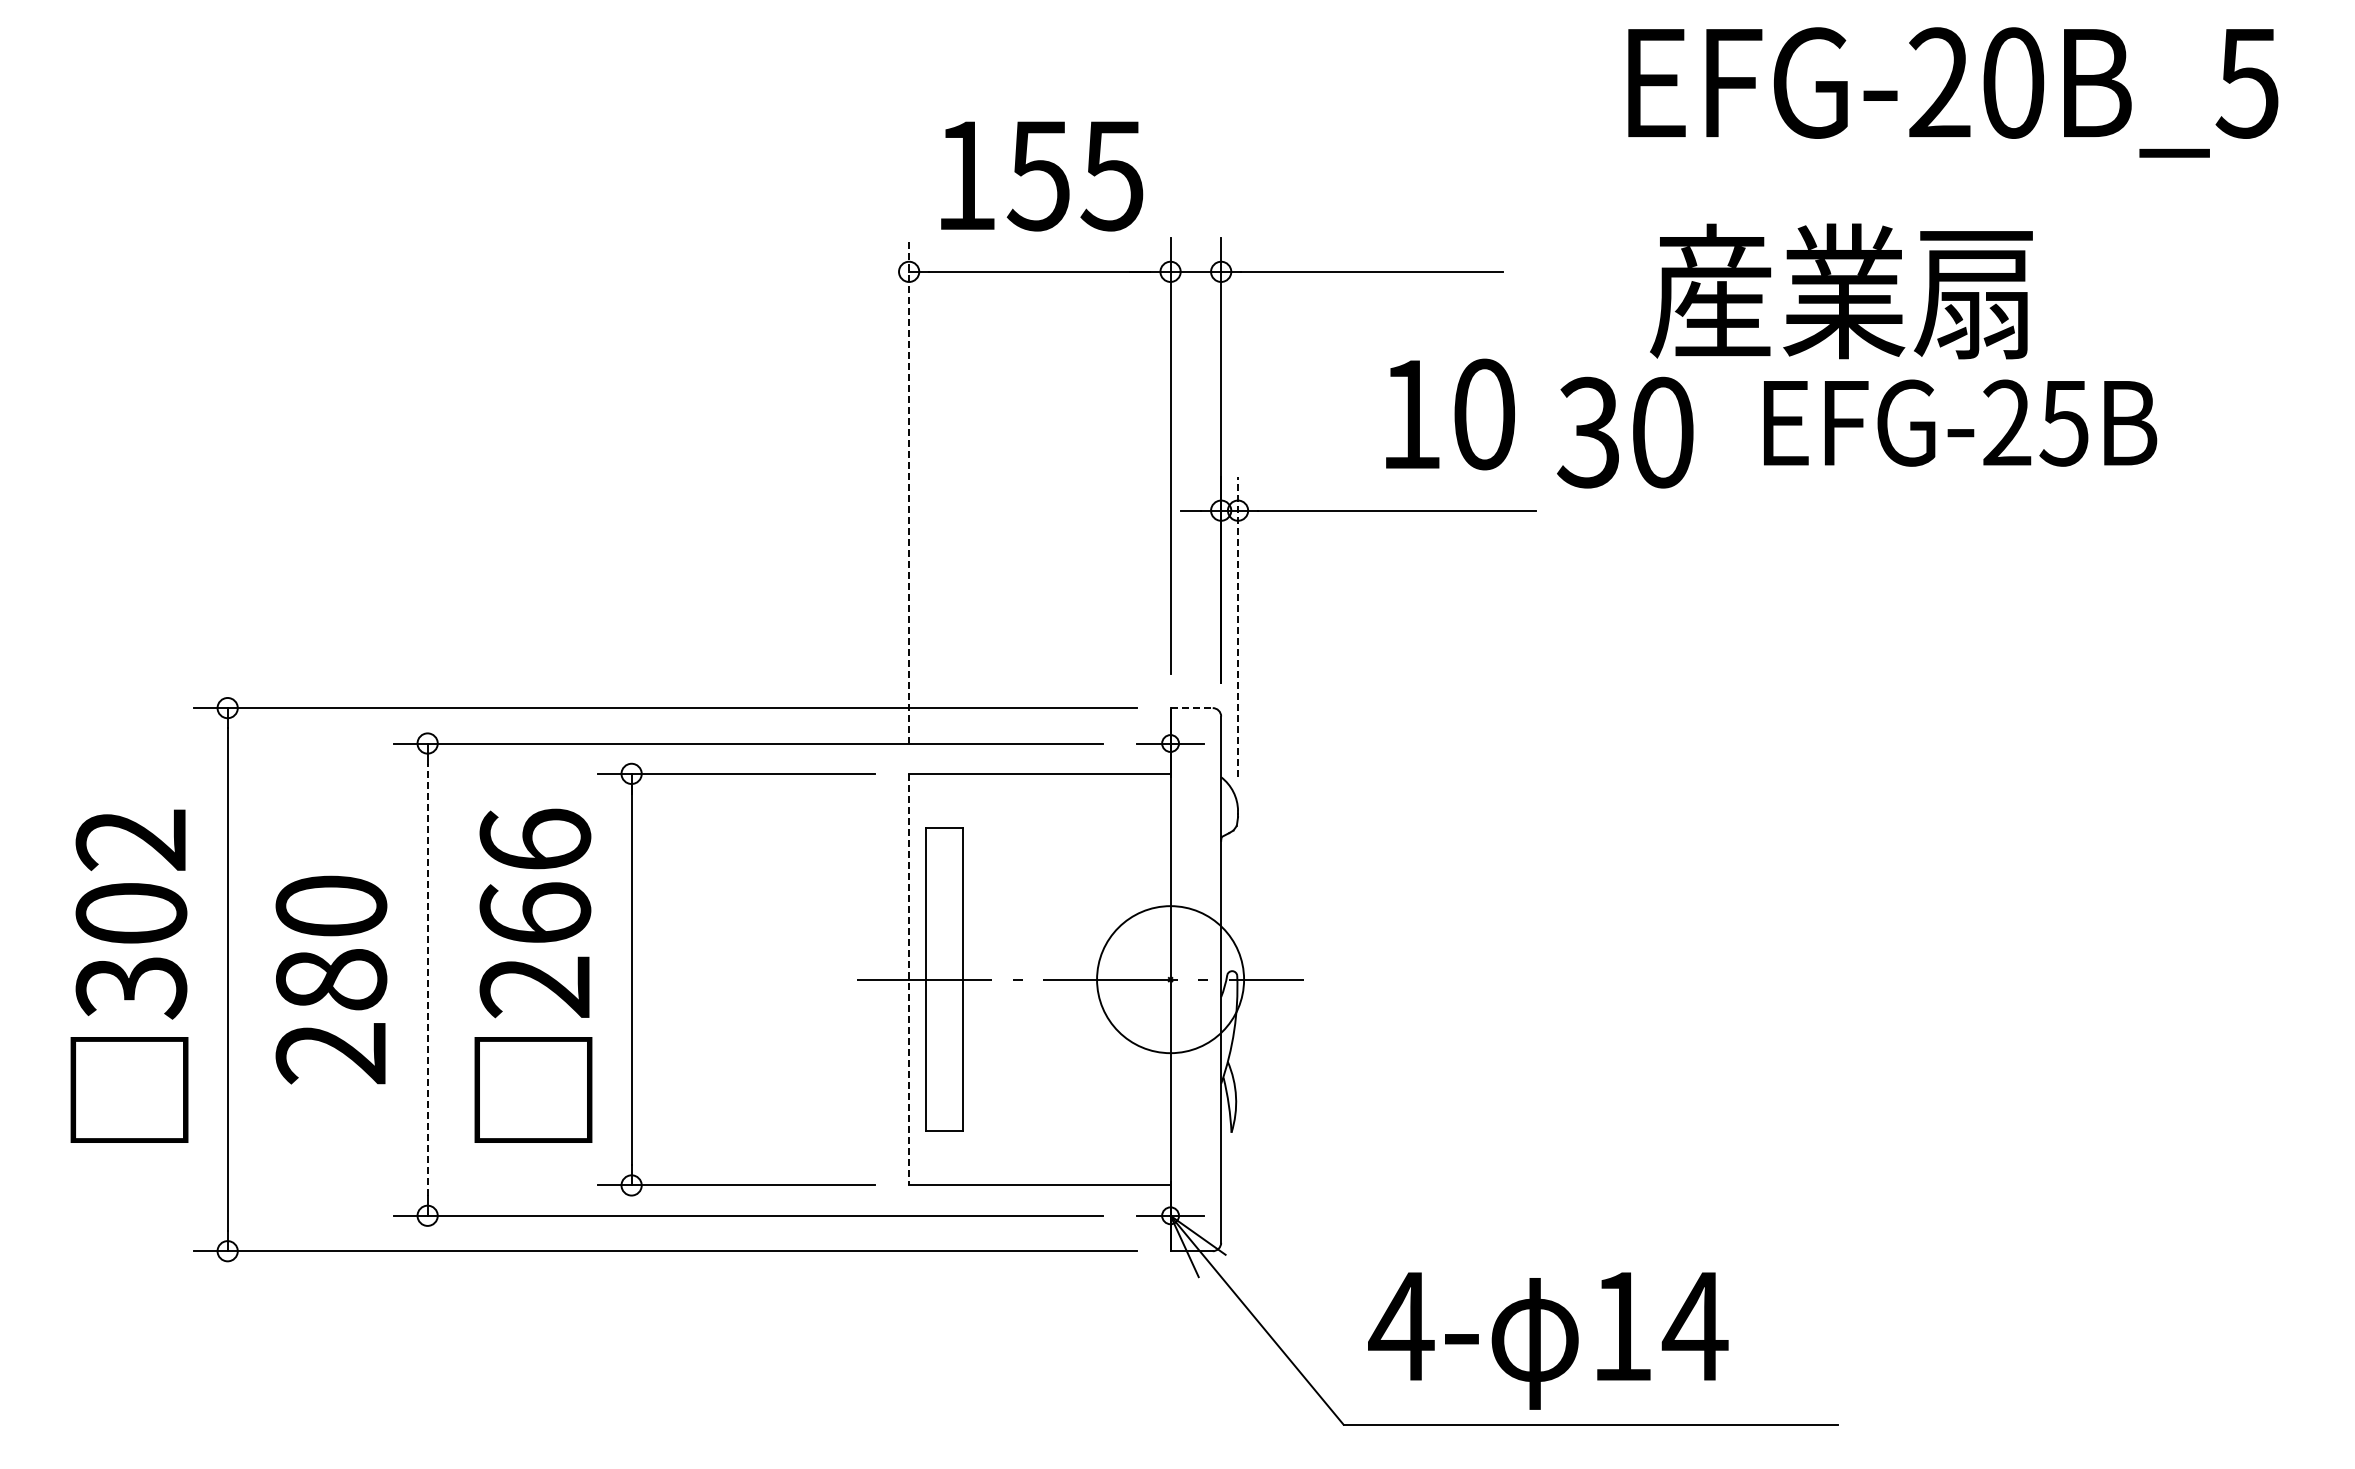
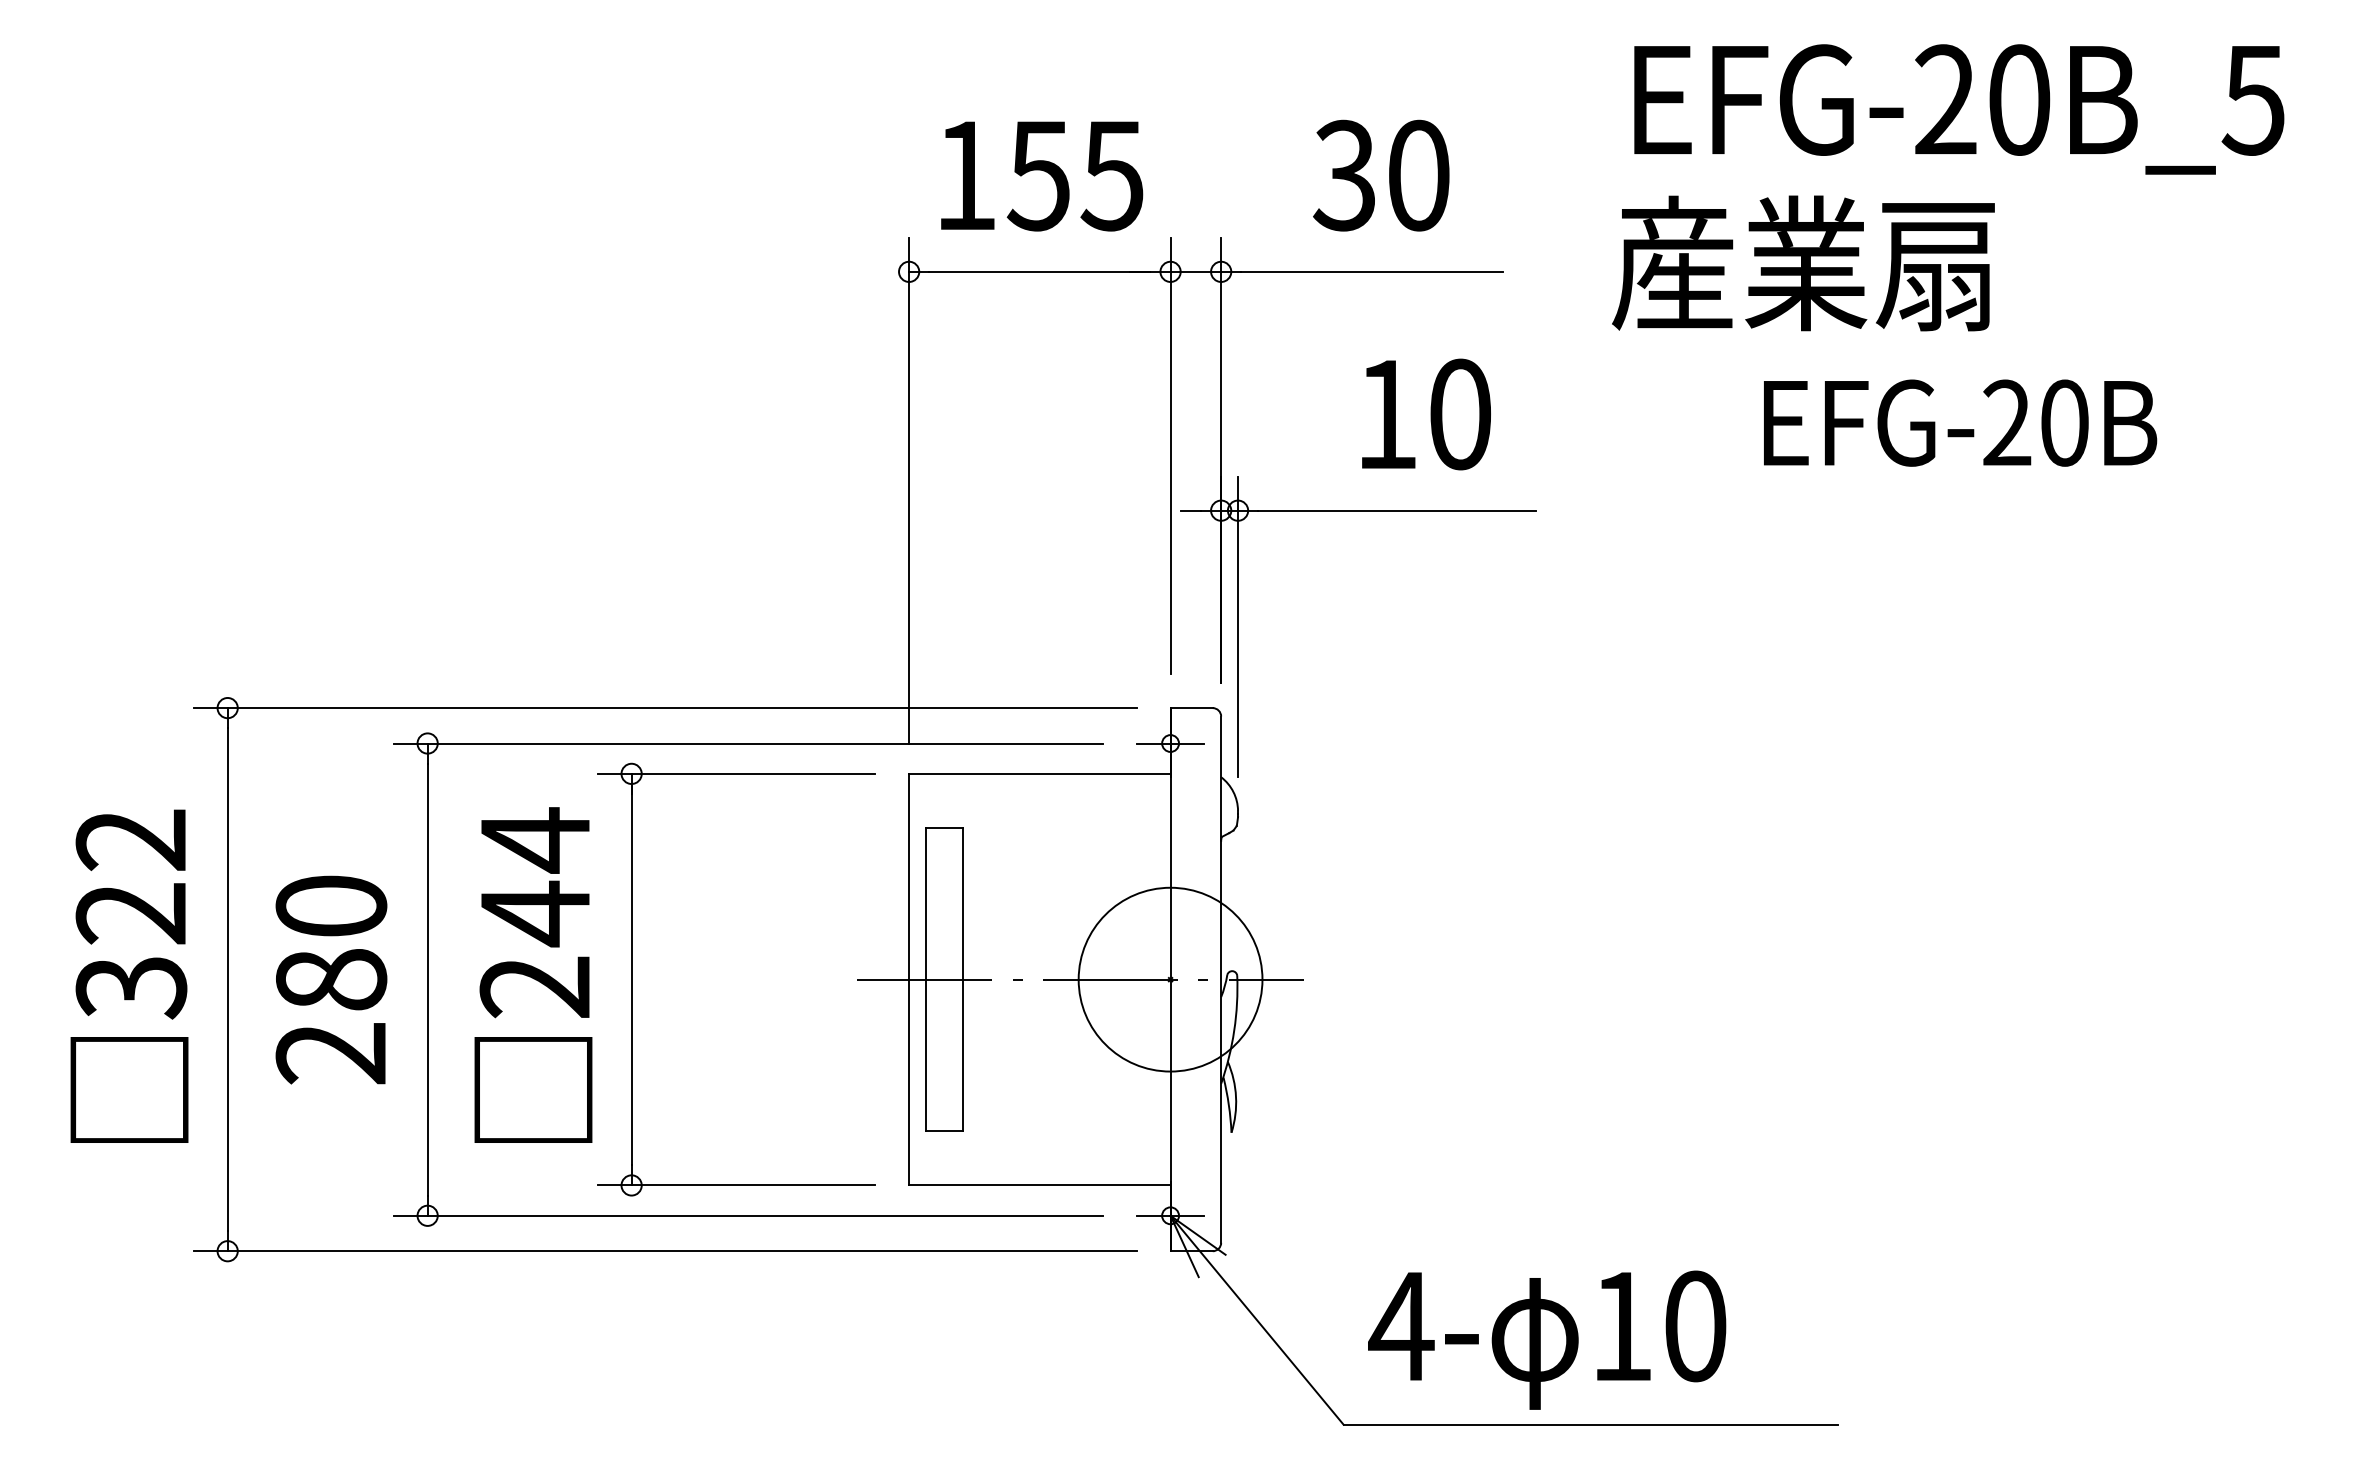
text at (1953, 92) position: (1953, 92) -> (1959, 109)
text at (1841, 291) position: (1841, 291) -> (1803, 263)
text at (1450, 414) position: (1450, 414) -> (1426, 414)
text at (2063, 422): EFG-25B -> EFG-20B
text at (1625, 432) position: (1625, 432) -> (1381, 175)
line at (909, 490): dashed -> solid
line at (1238, 626): dashed -> solid
line at (1192, 708): dashed -> solid
text at (535, 877): 266 -> 244
text at (131, 913): 302 -> 322
line at (427, 979): dashed -> solid
line at (909, 979): dashed -> solid
circle at (1170, 979) diameter: 147 px -> 184 px
text at (1694, 1326): 14 -> 10
